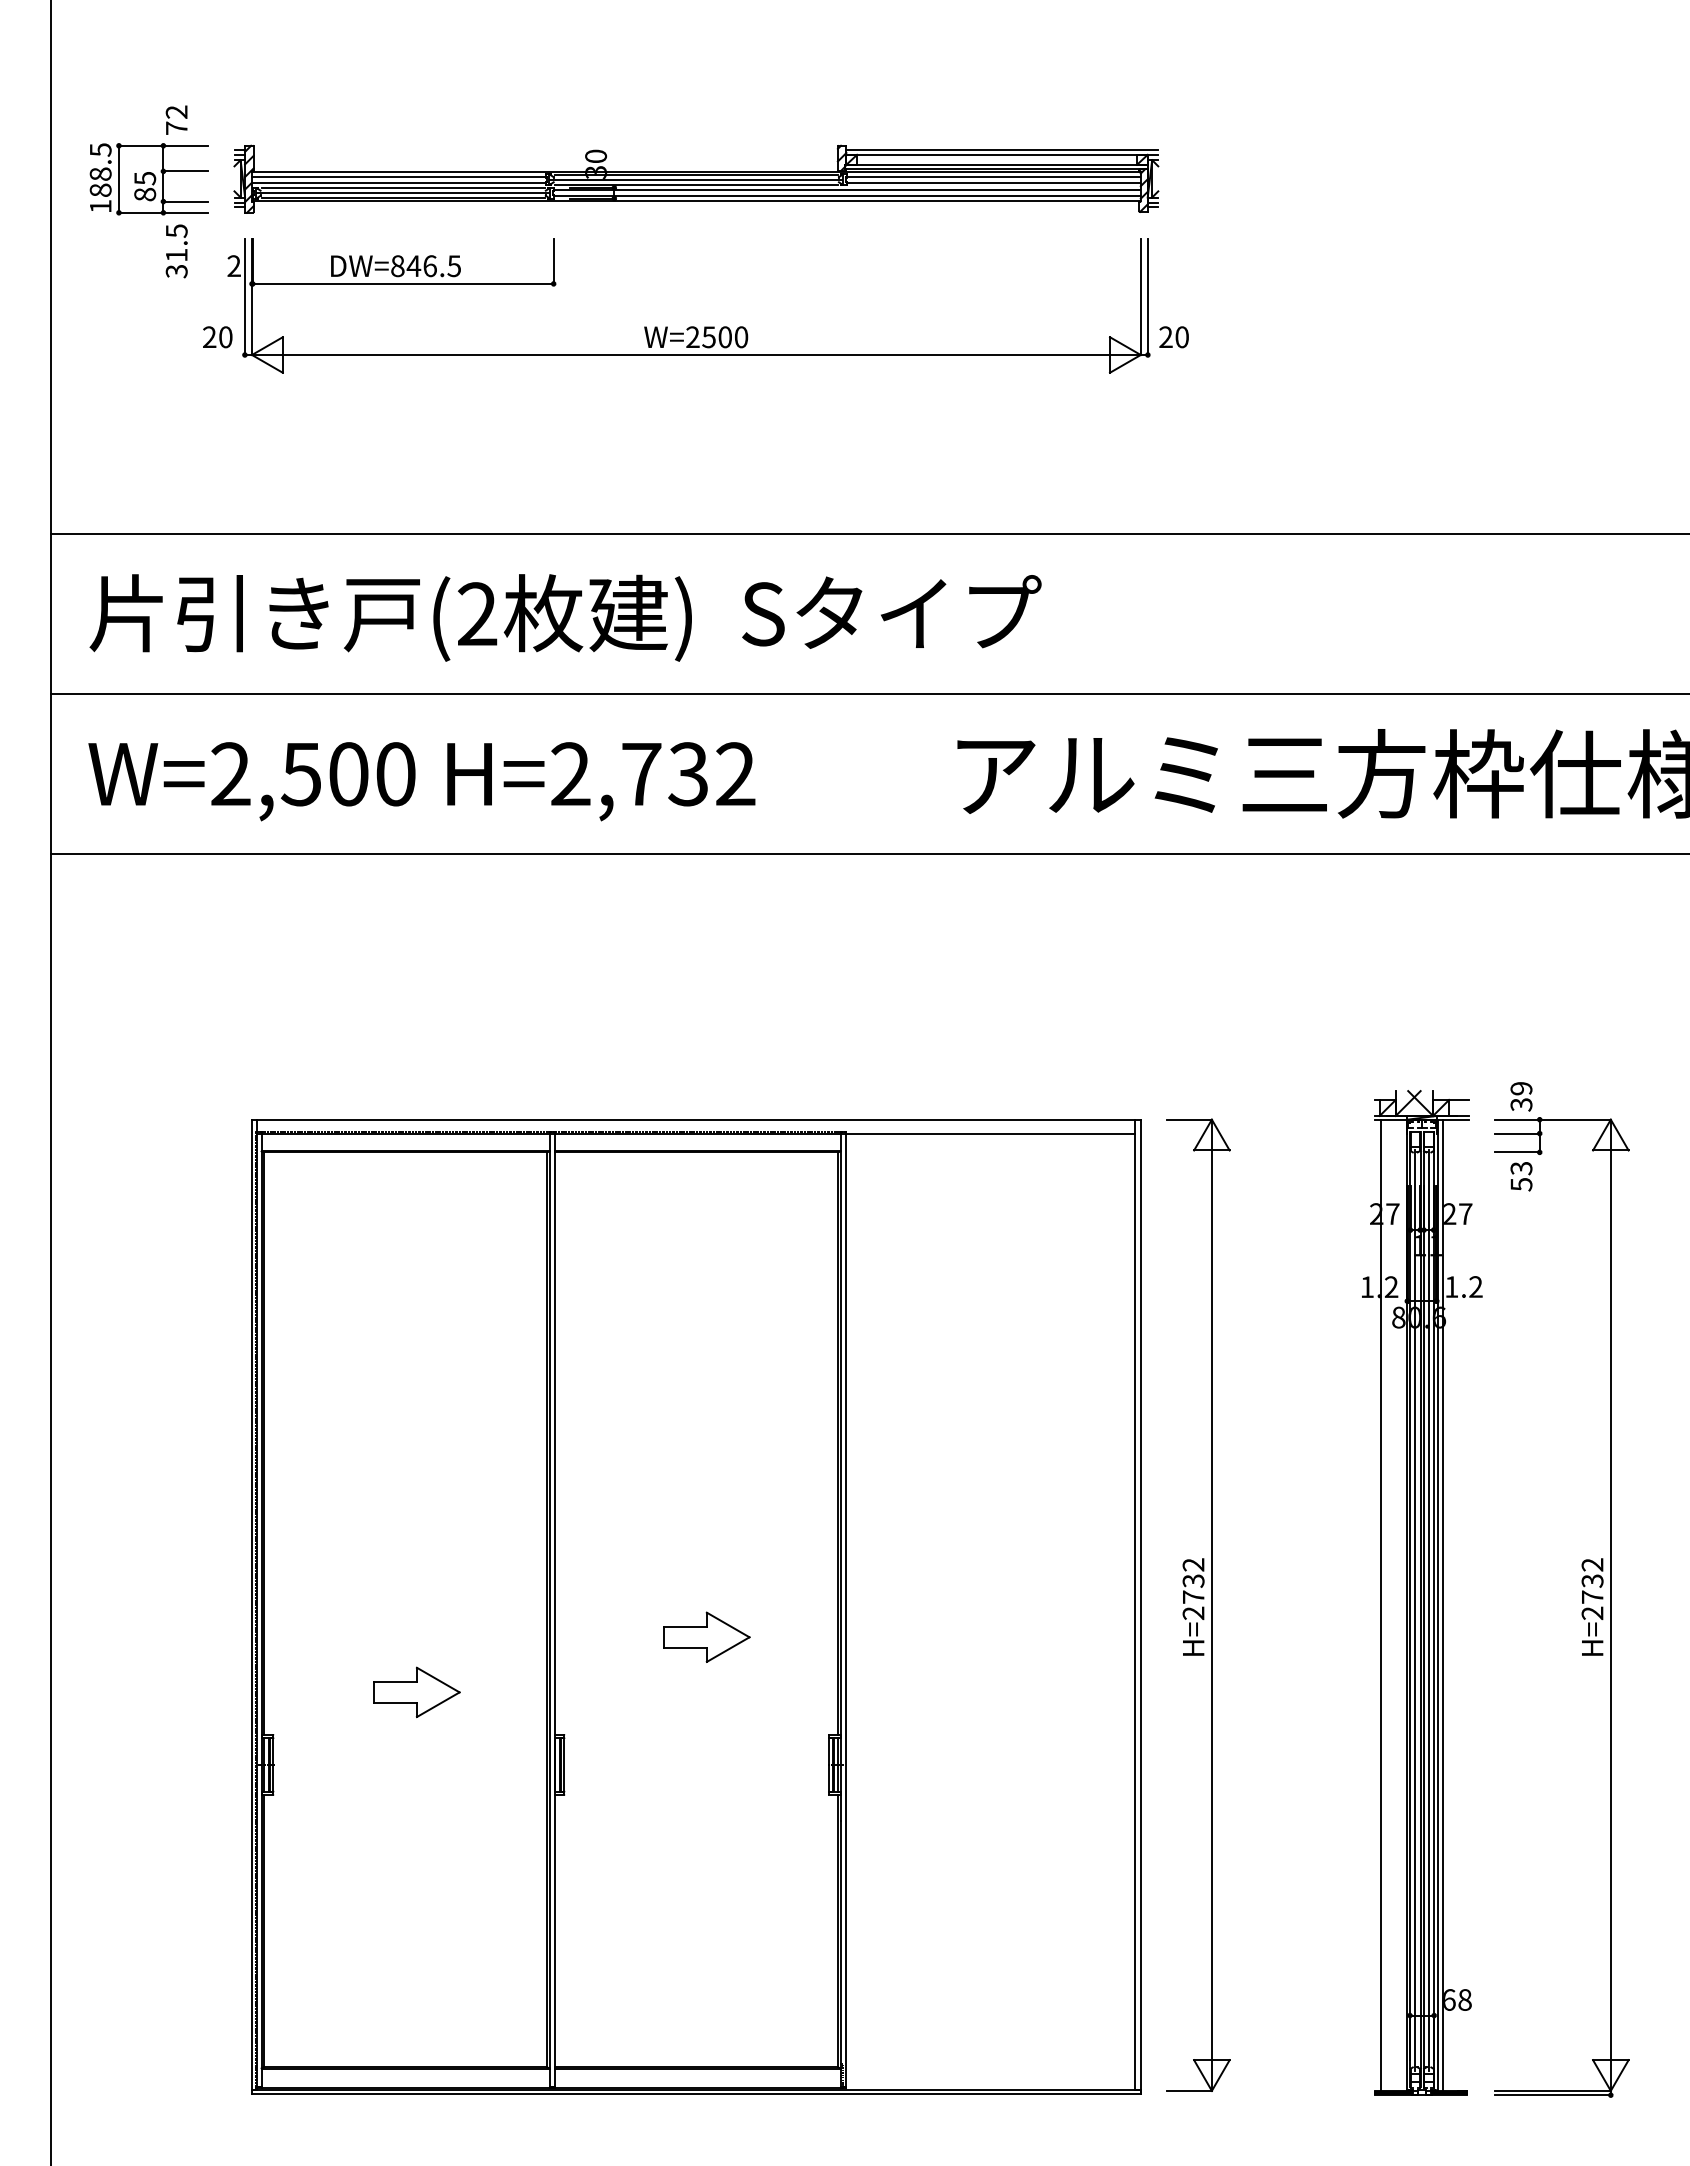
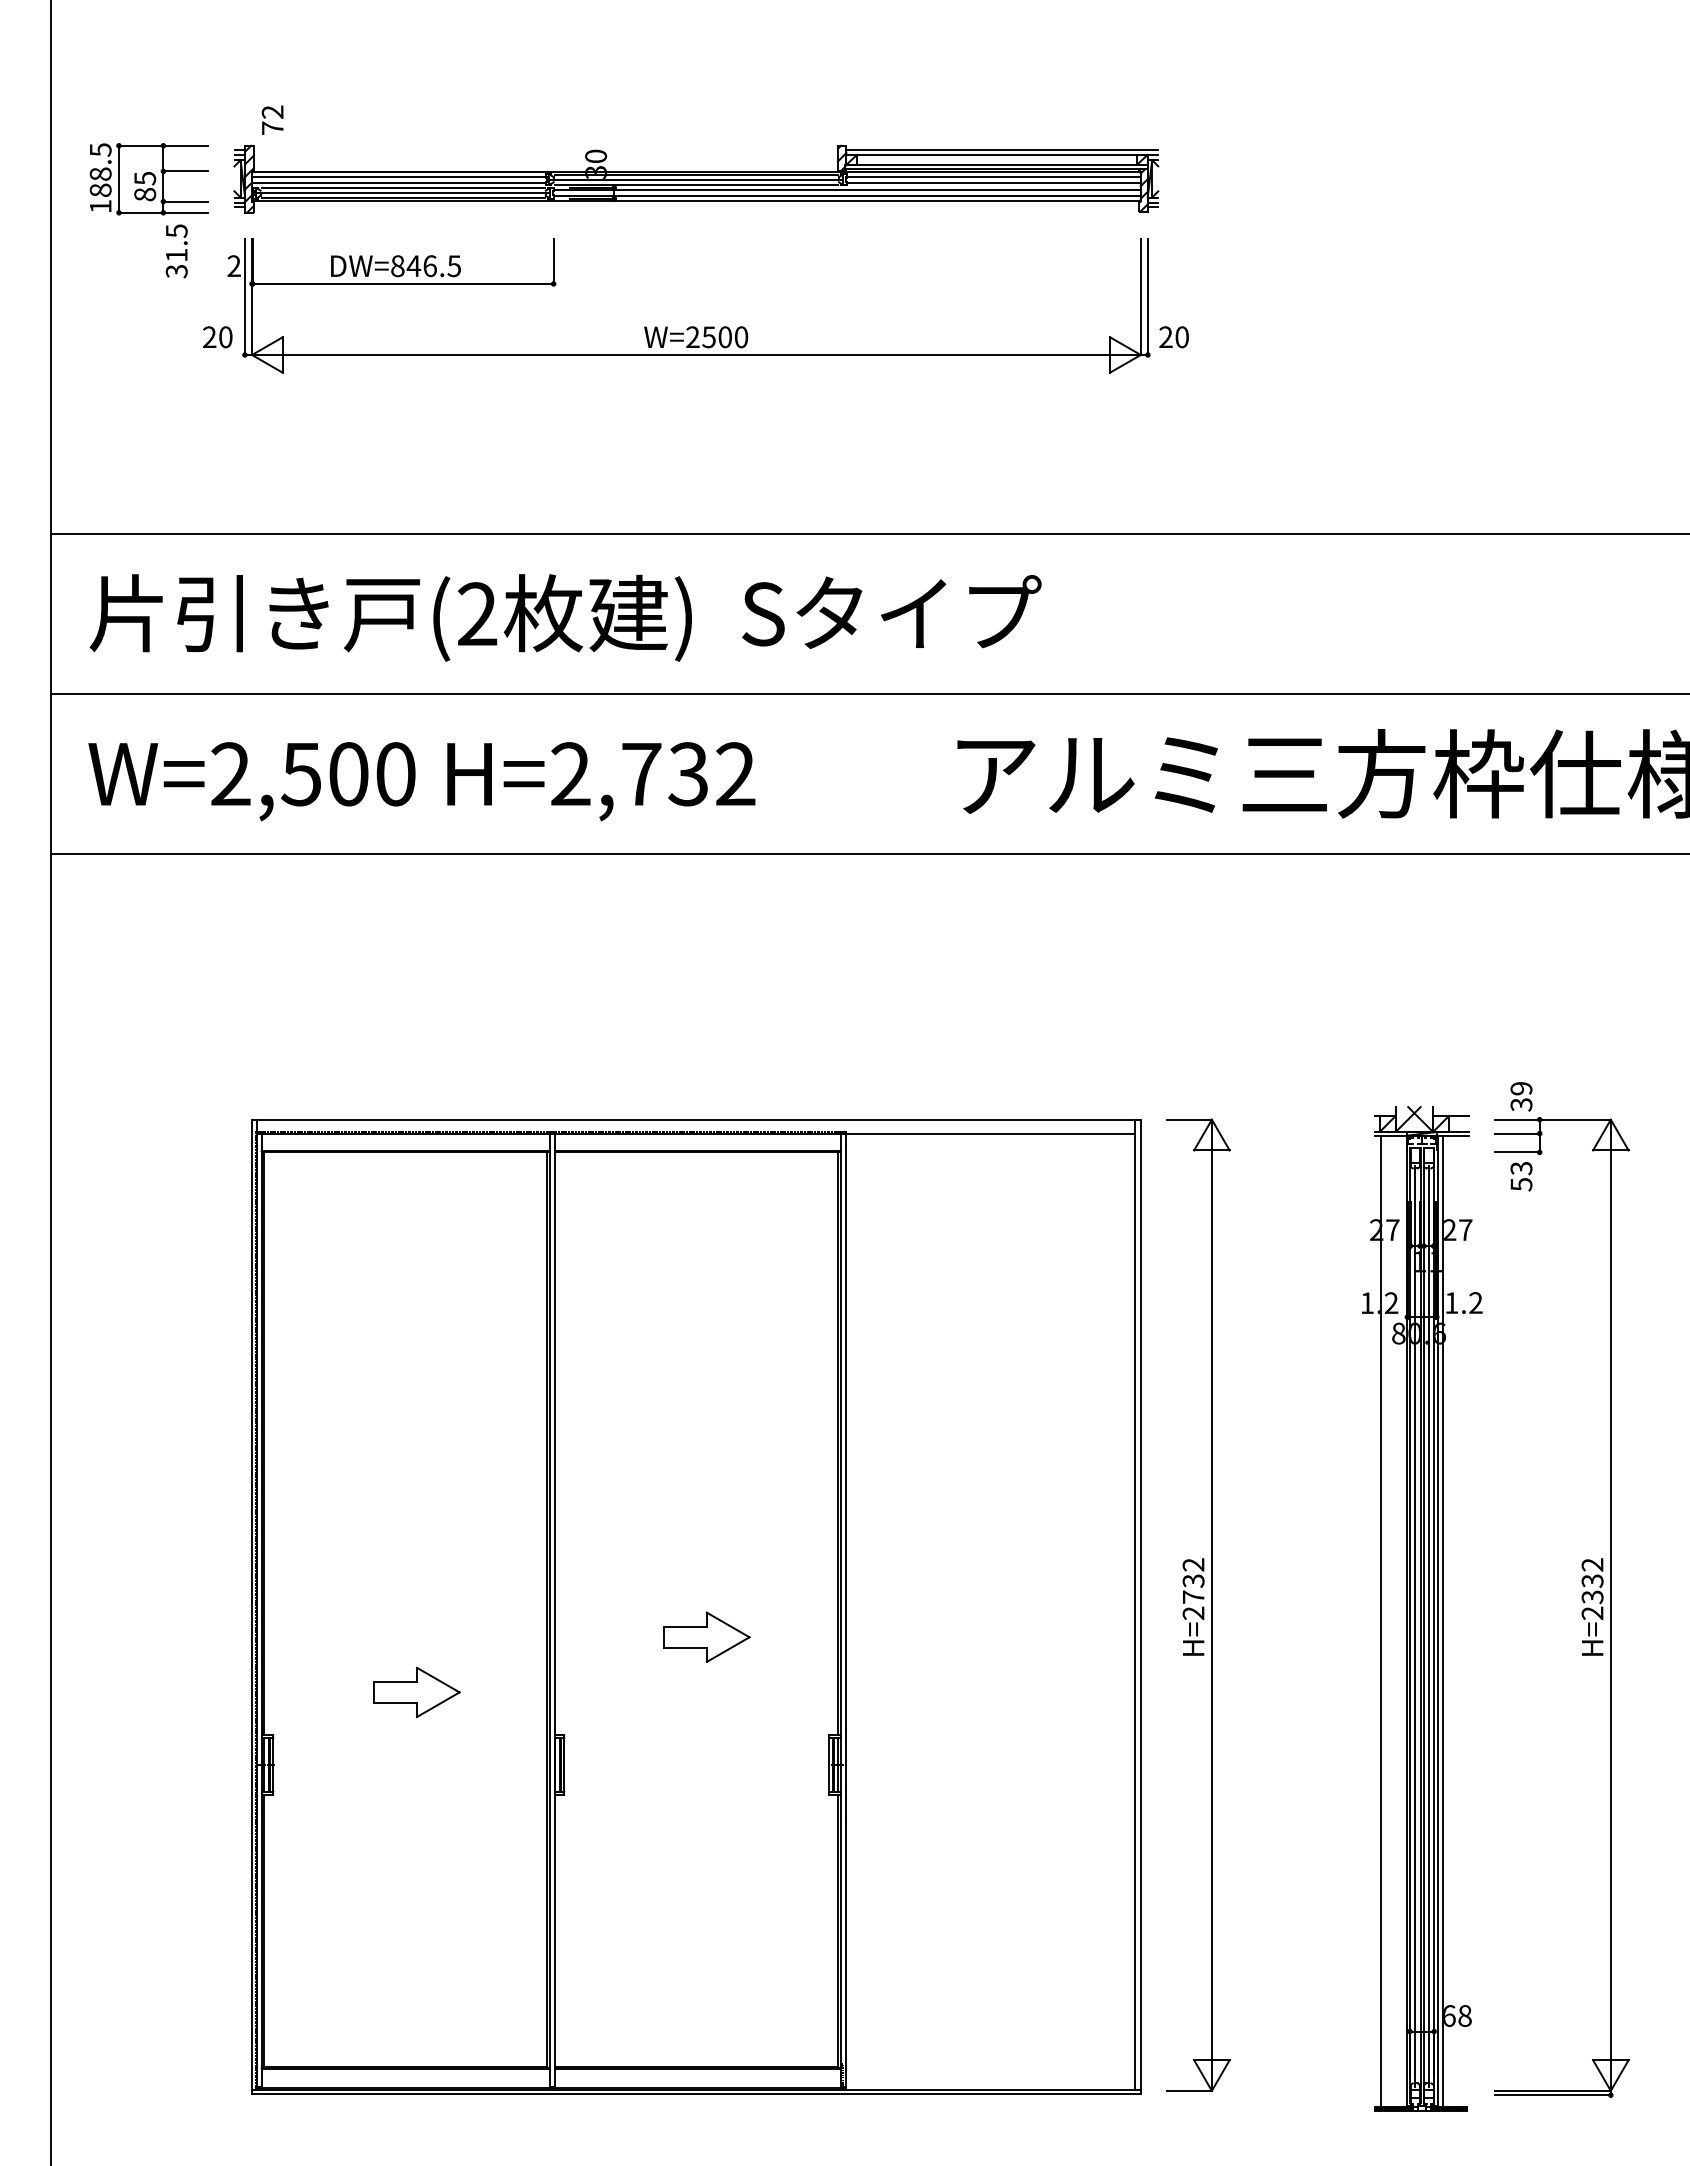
text at (176, 119) position: (176, 119) -> (272, 119)
part at (1422, 1592) position: (1422, 1592) -> (1422, 1608)
text at (1592, 1597): H=2732 -> H=2332
